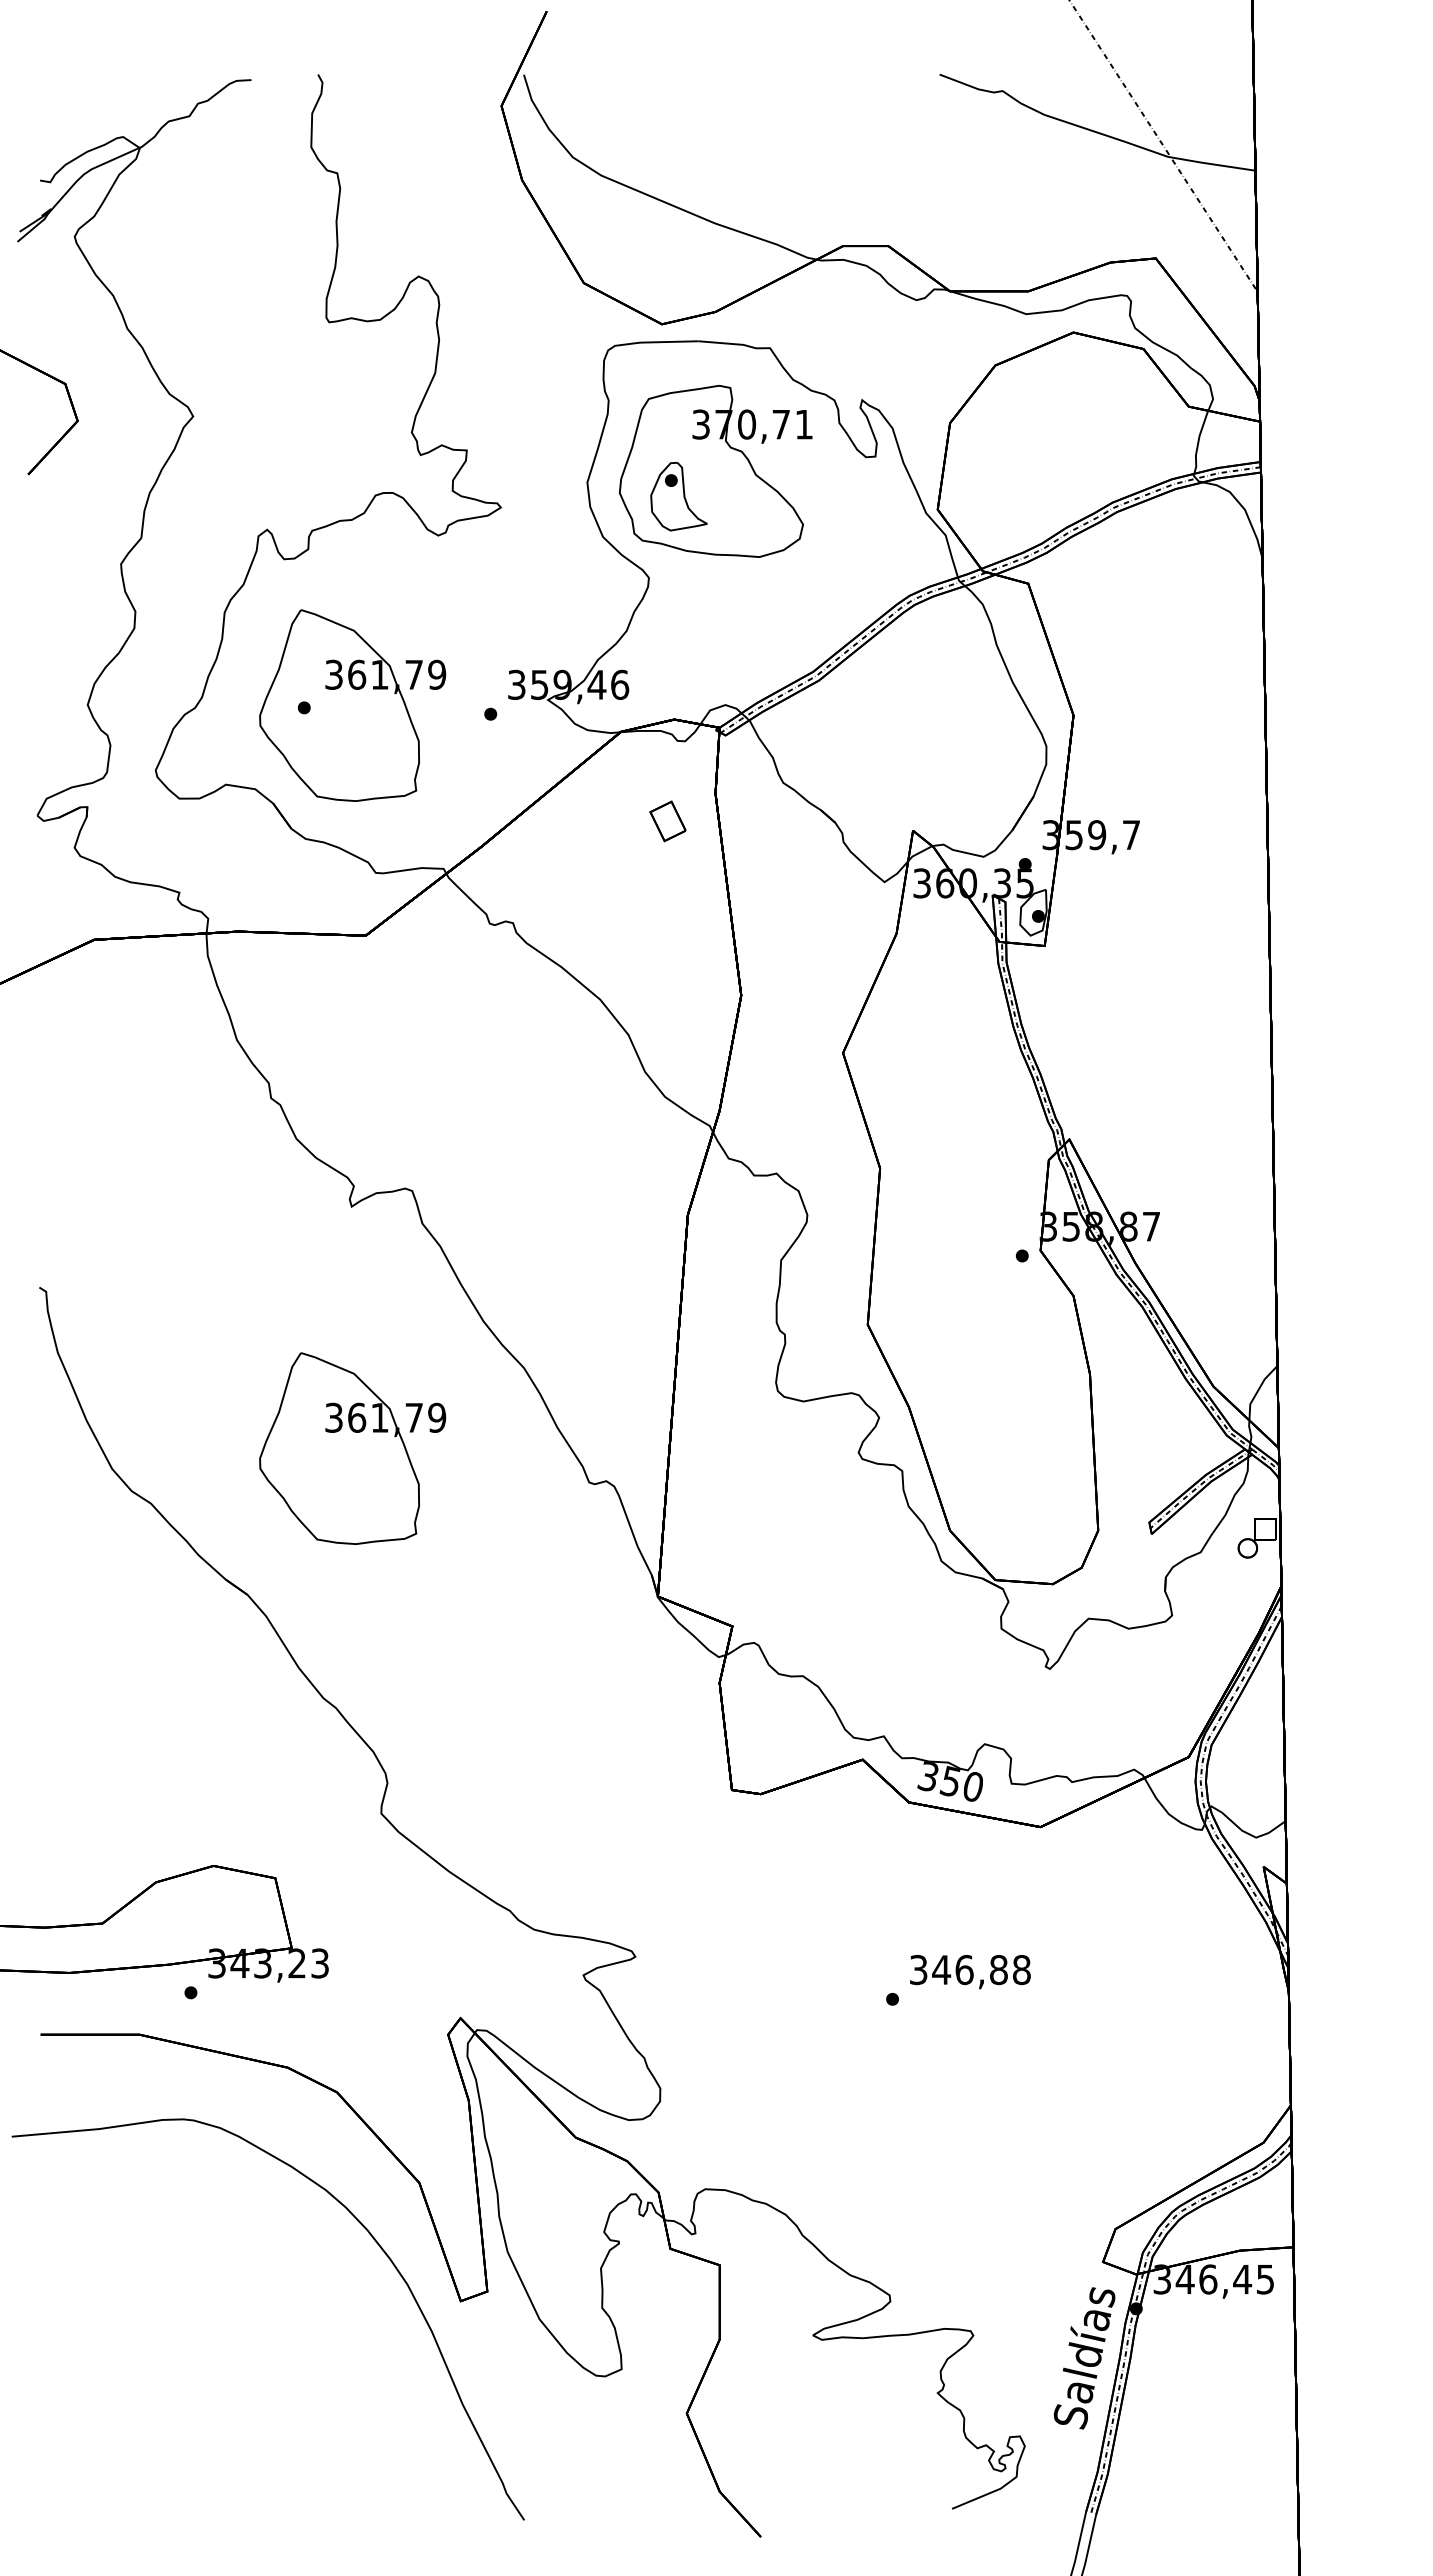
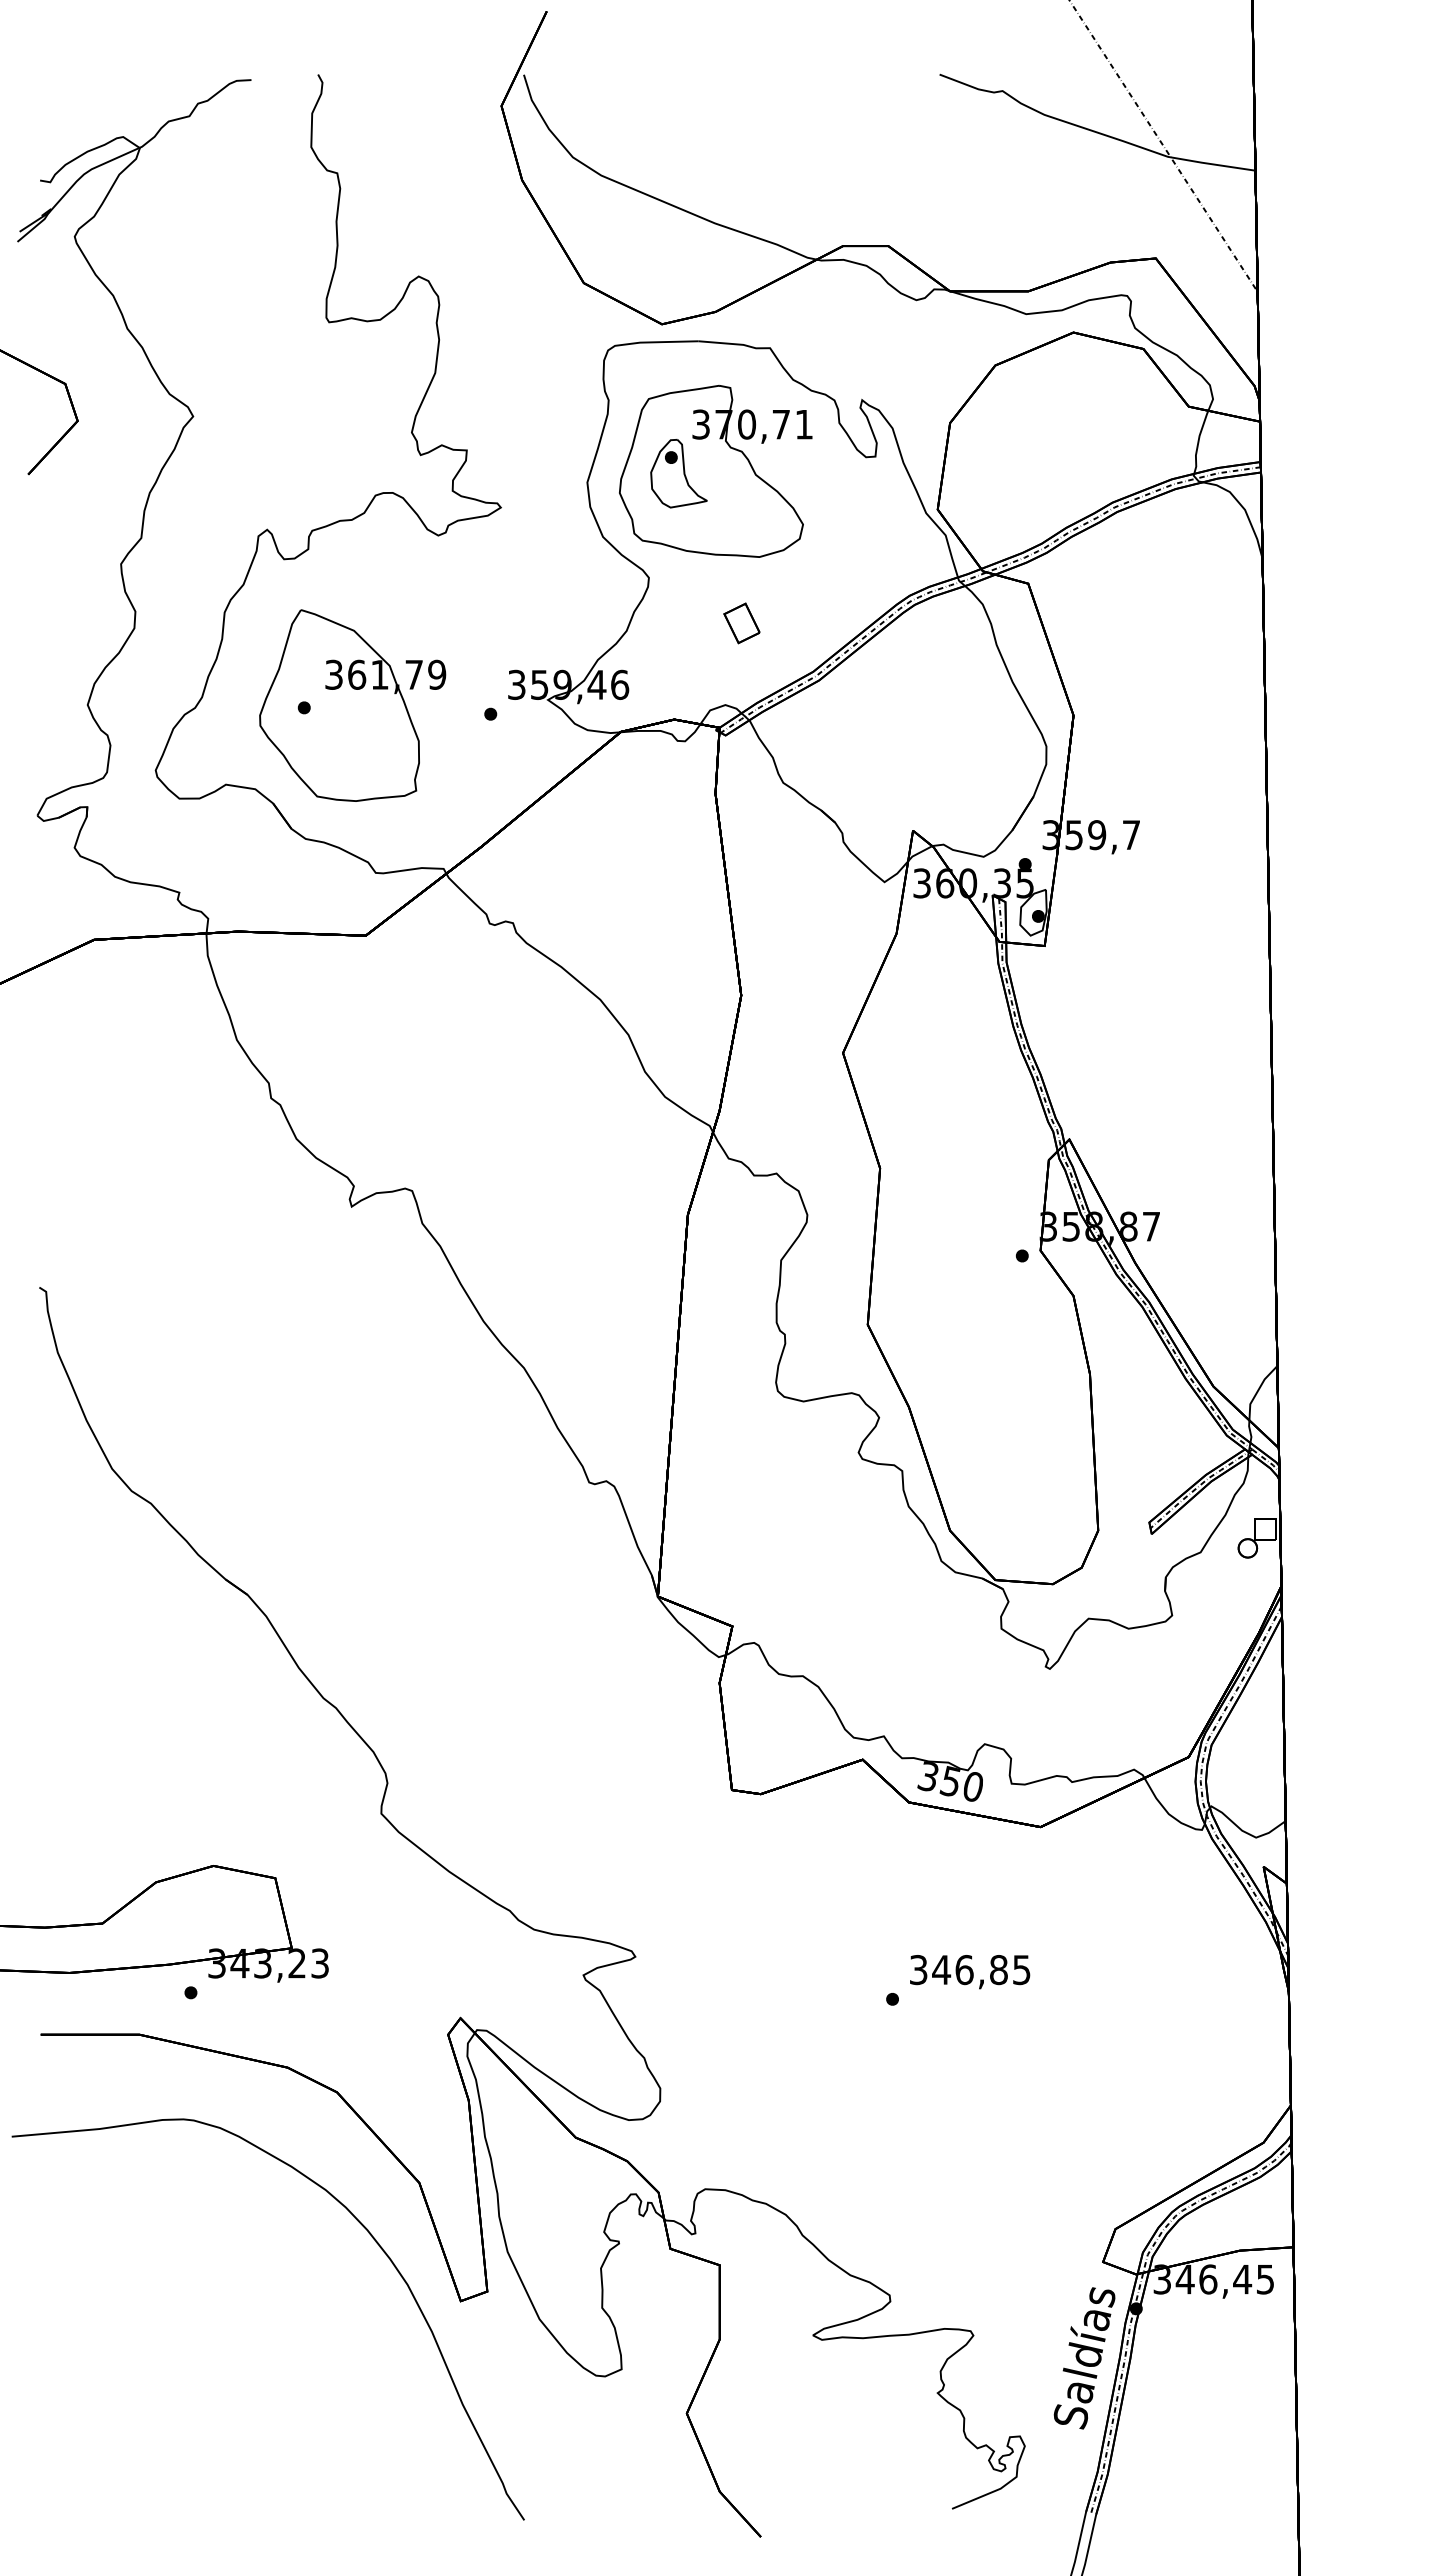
part at (678, 496) position: (678, 496) -> (678, 473)
part at (667, 821) position: (667, 821) -> (741, 623)
part at (352, 1448): present -> none
text at (1021, 1970): 346,88 -> 346,85
